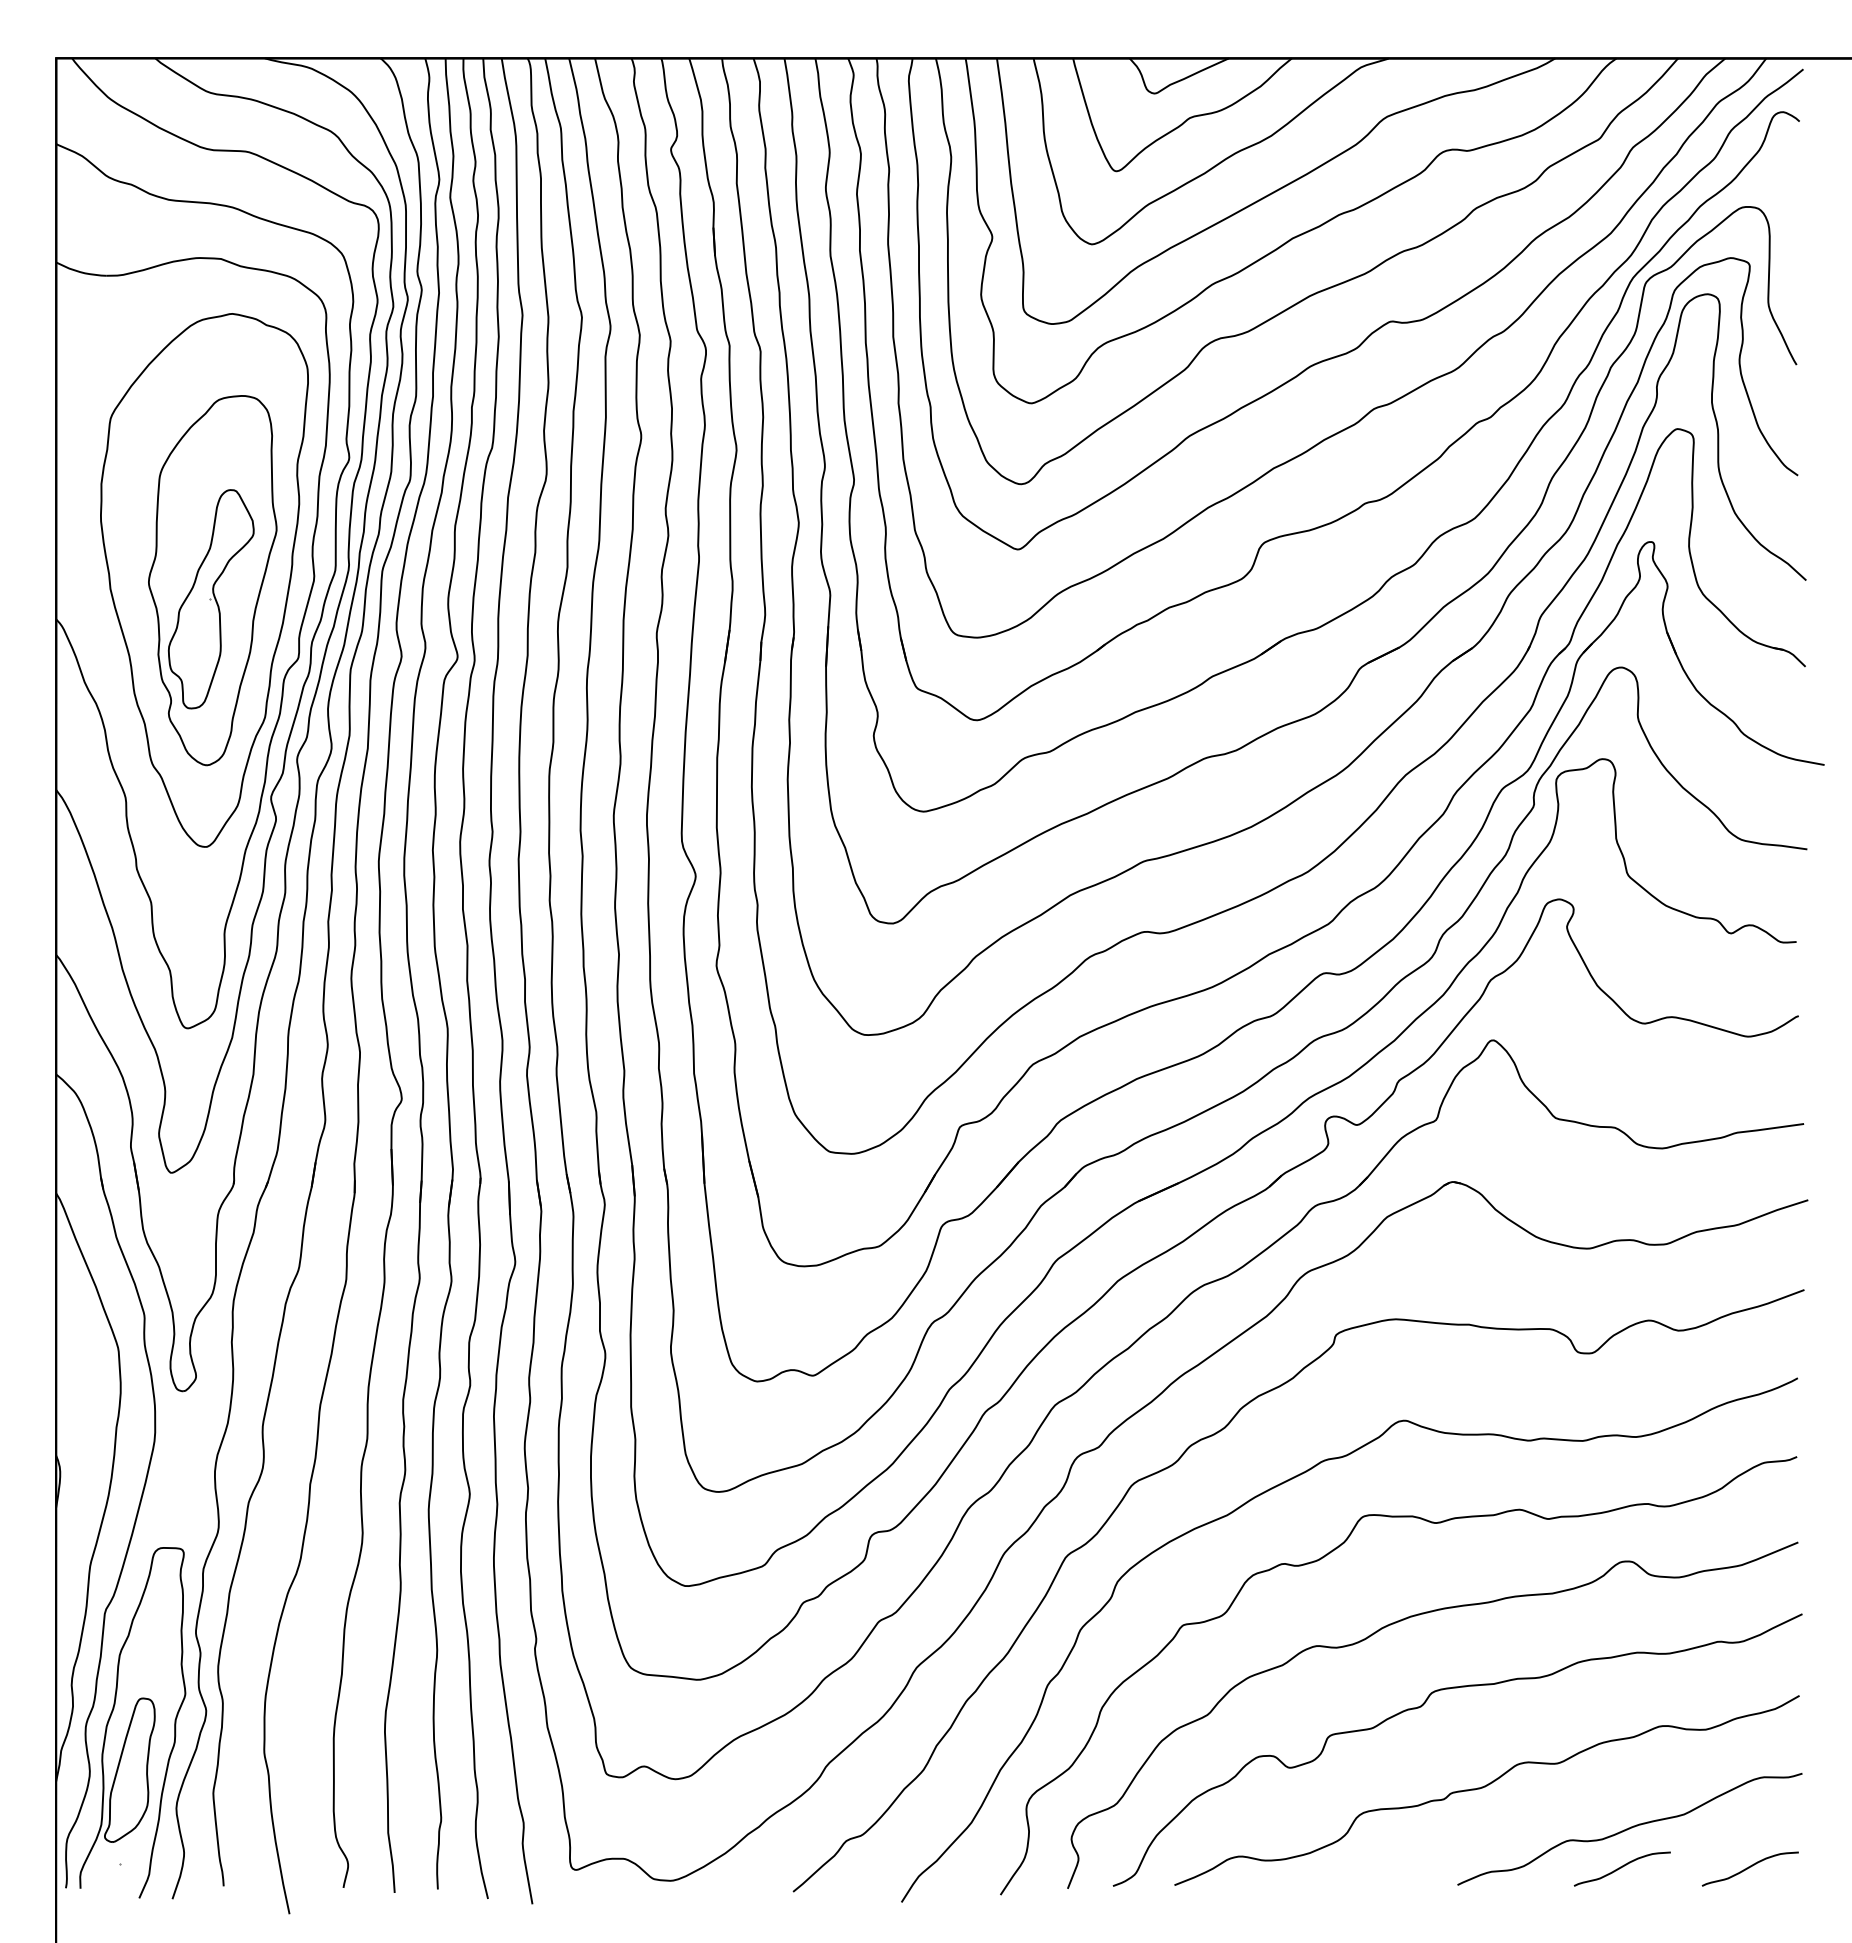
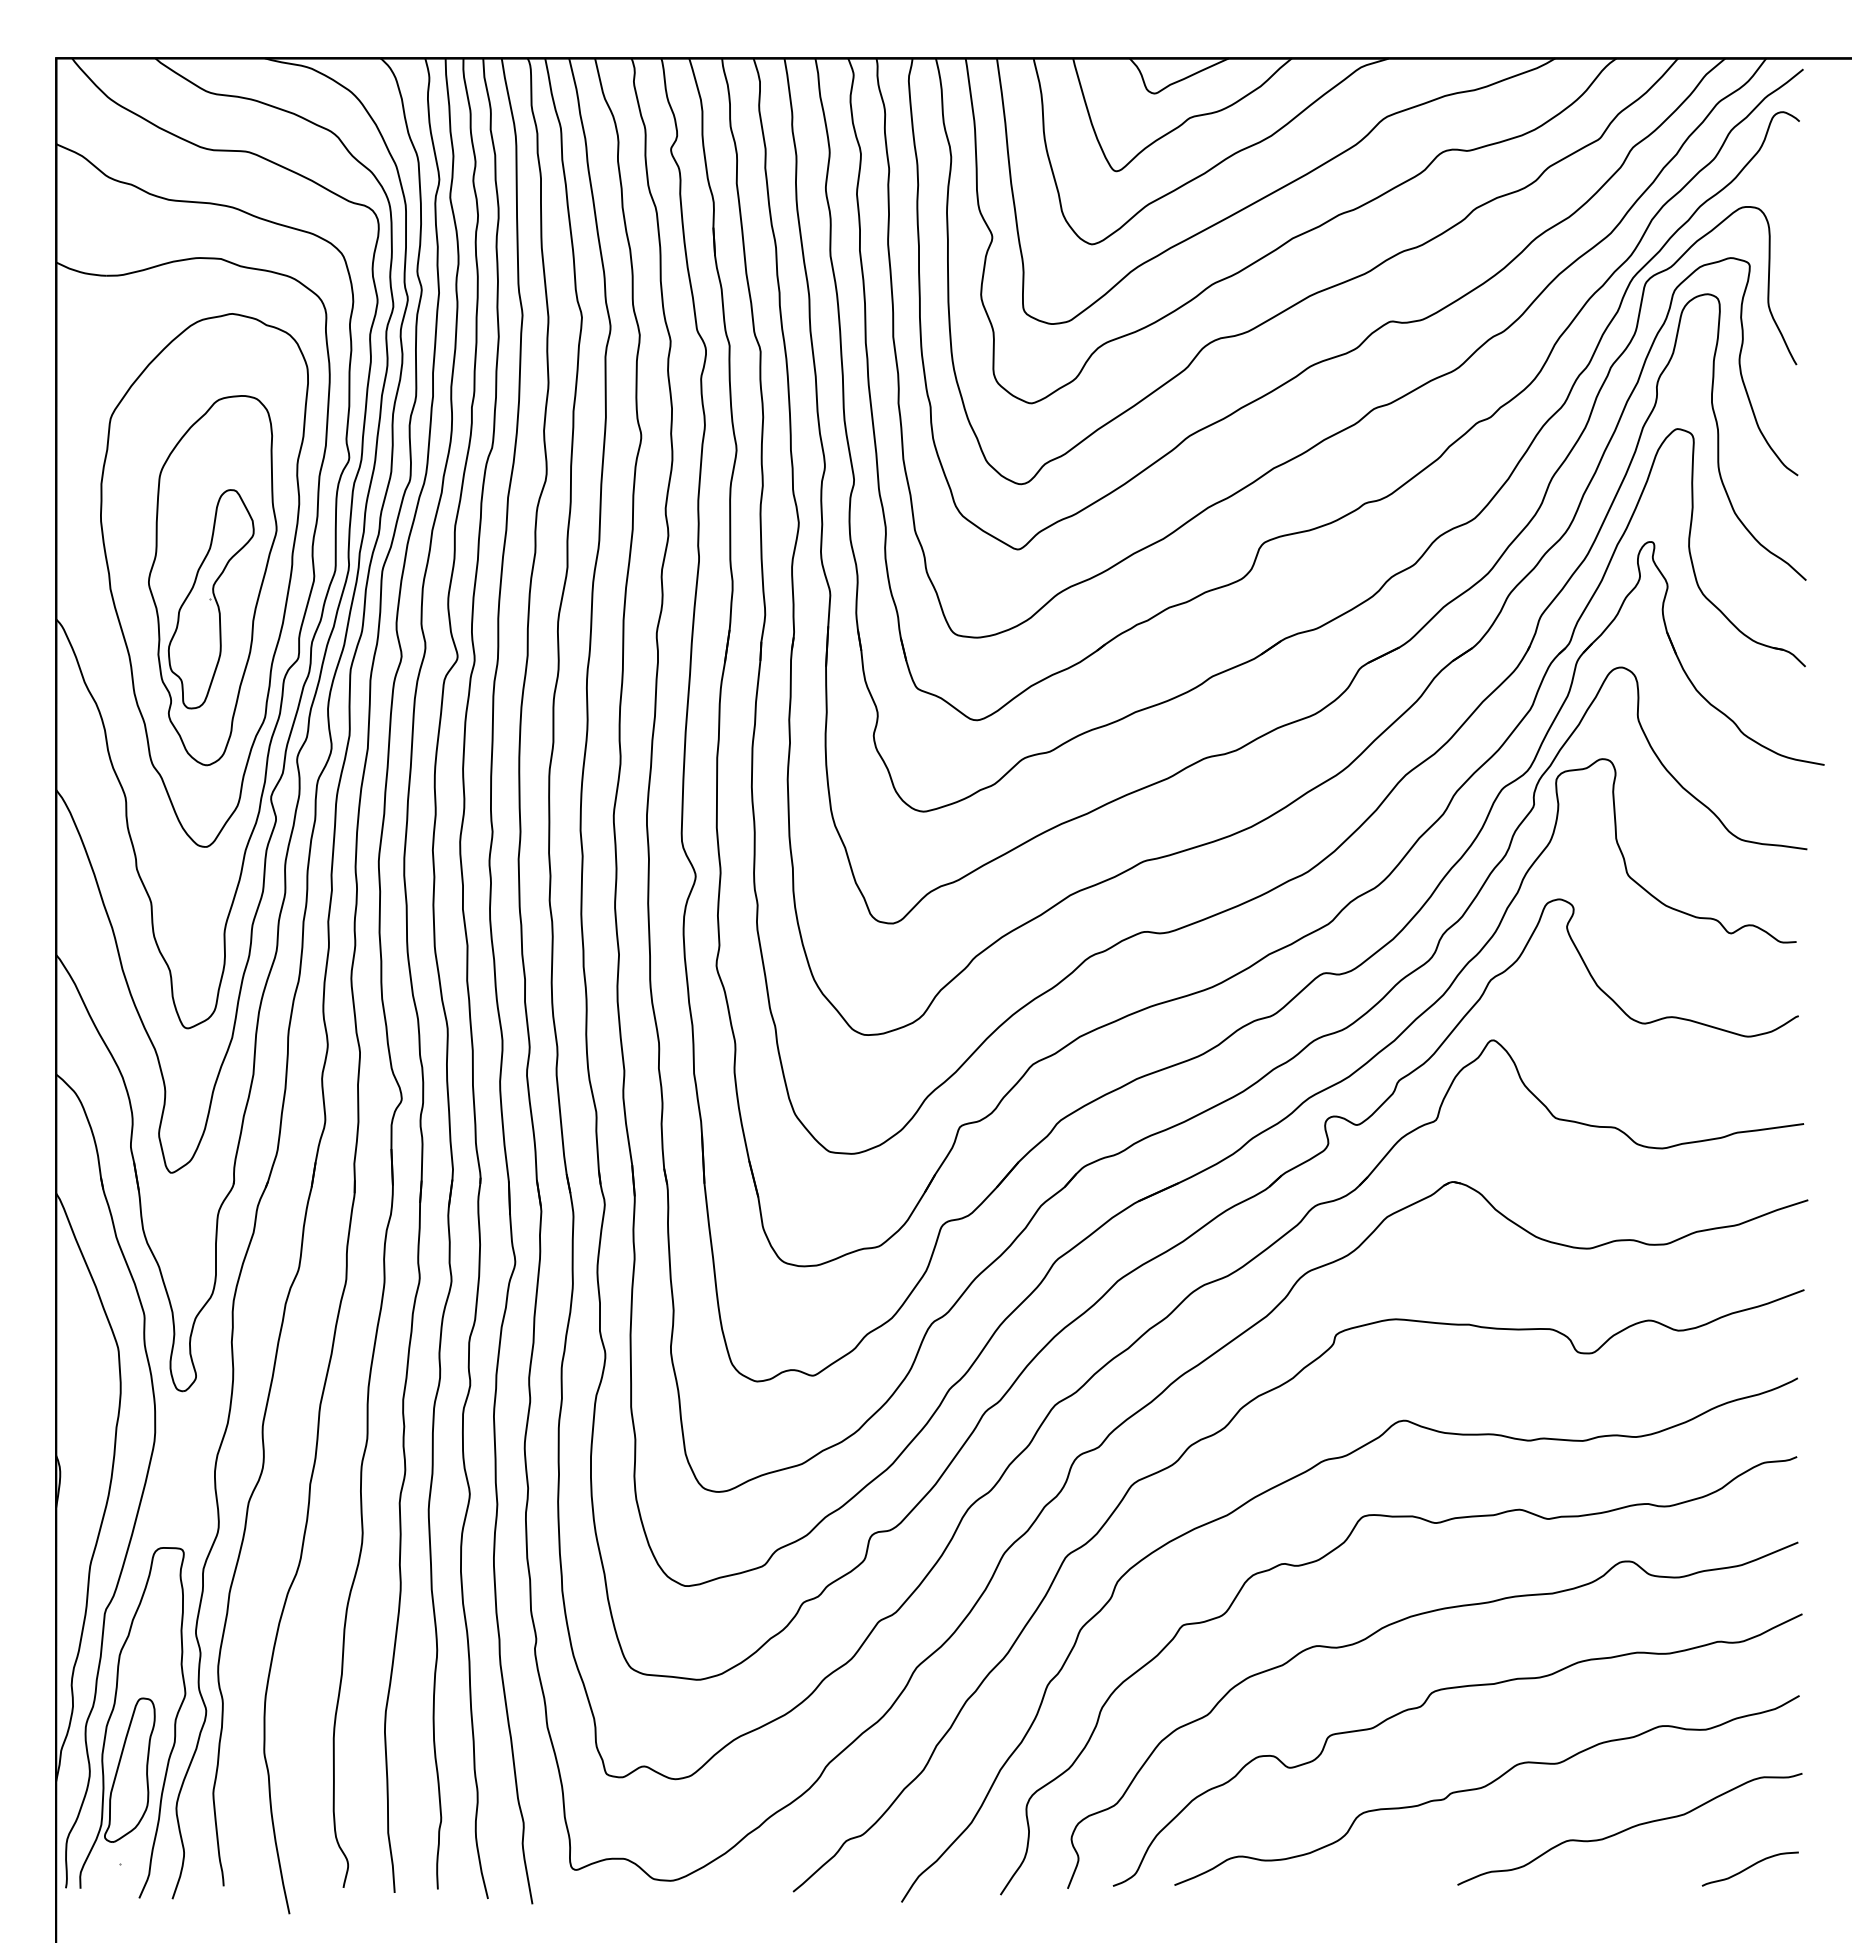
curve at (1621, 1868): present -> none
